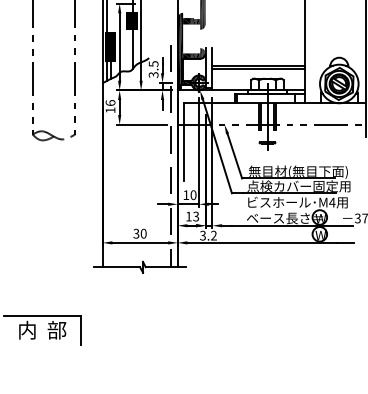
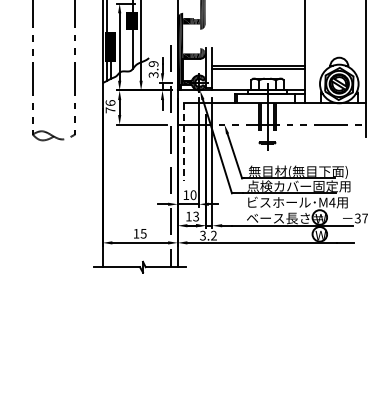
text at (153, 64): 3.5 -> 3.9
text at (110, 110): 16 -> 76
line at (184, 141): solid -> dashed
text at (139, 233): 30 -> 15
part at (42, 330): present -> none
